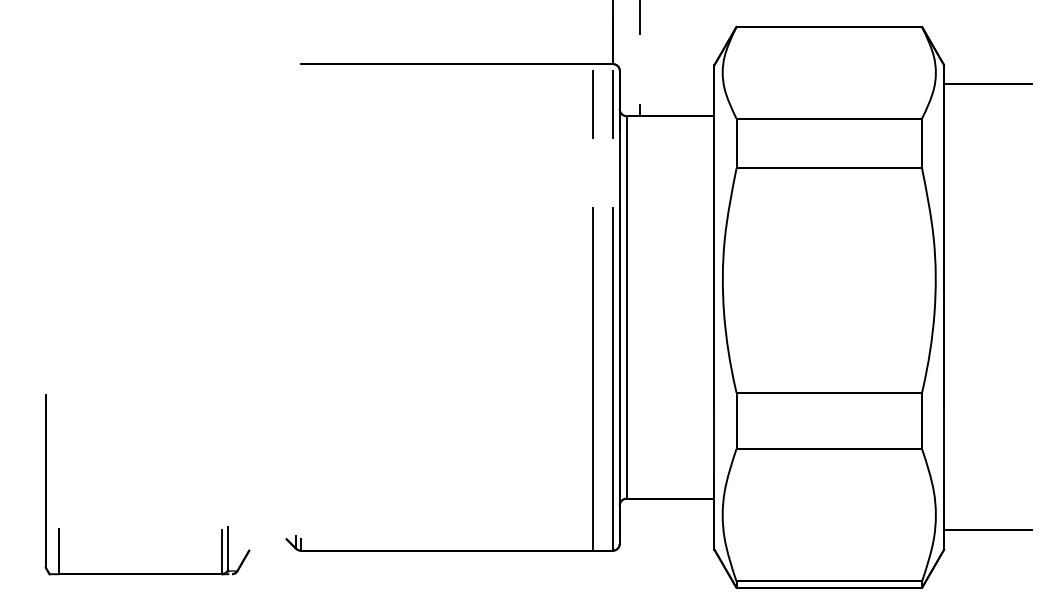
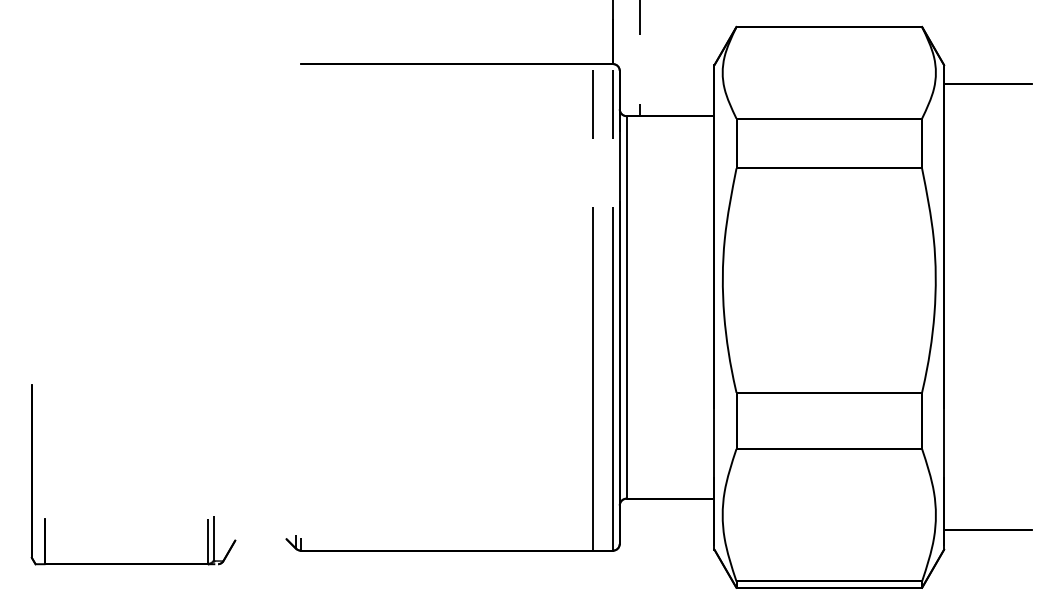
part at (221, 529) position: (221, 529) -> (207, 519)
